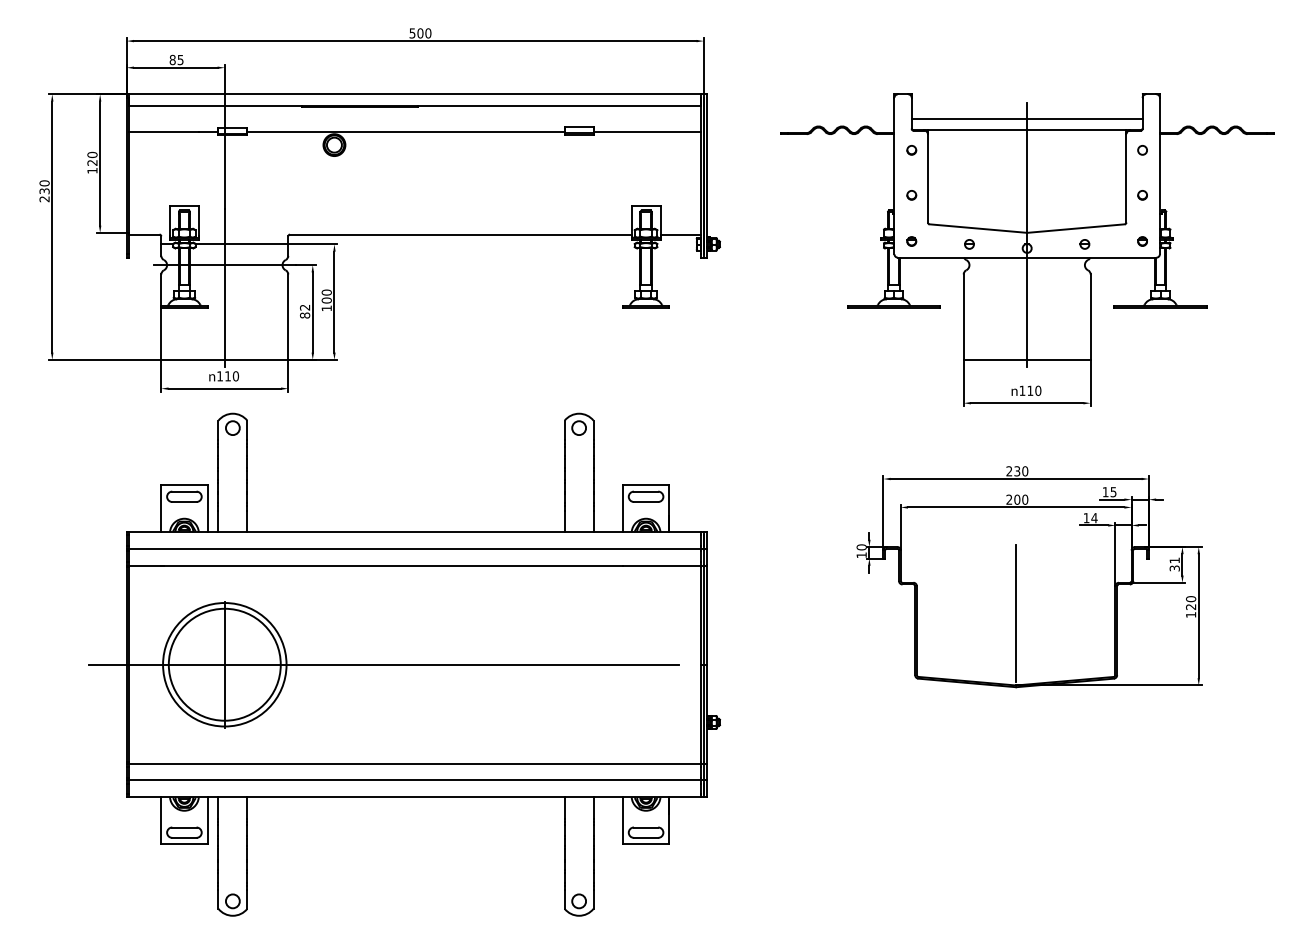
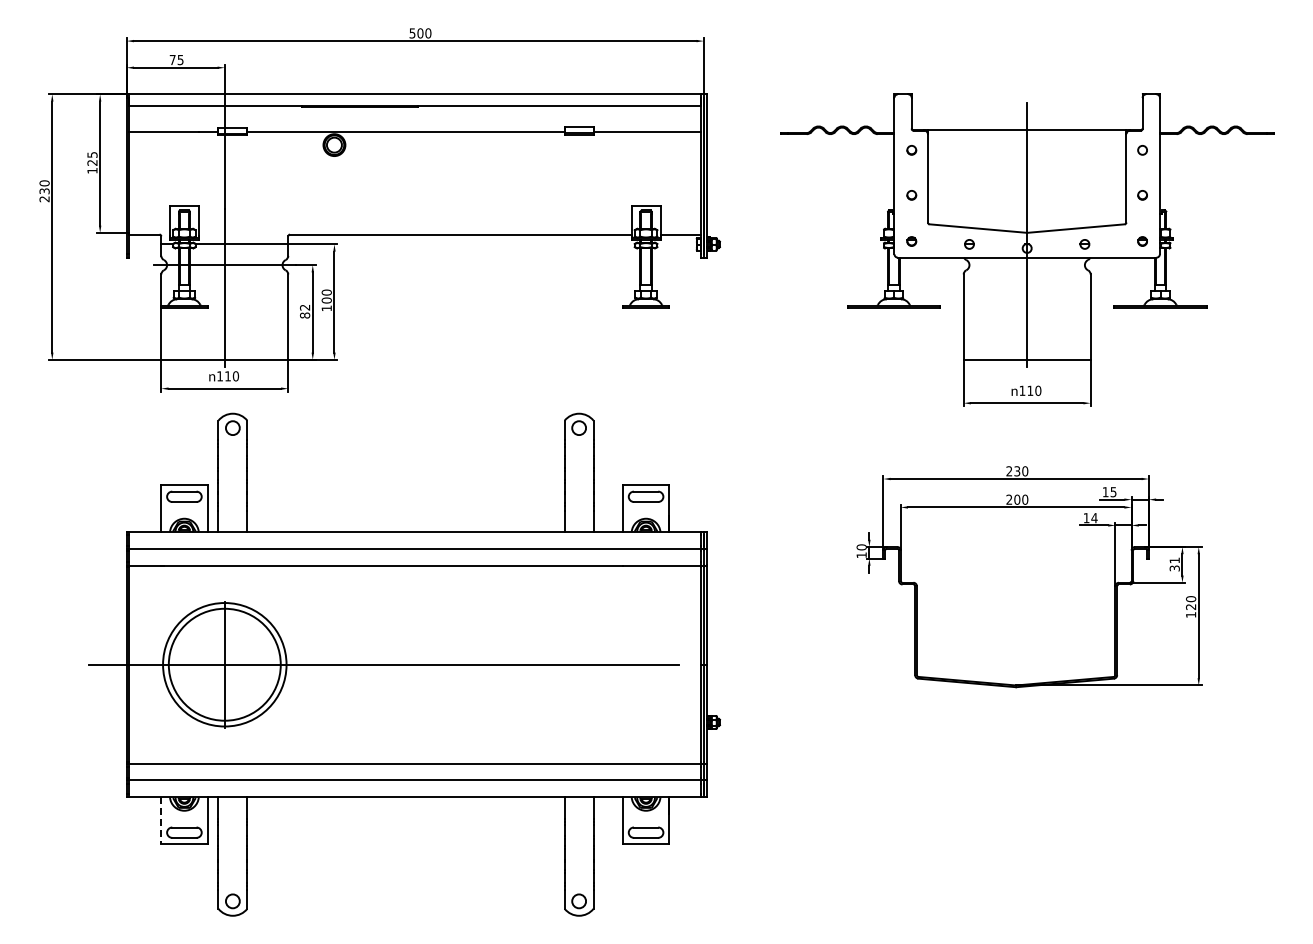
text at (172, 59): 85 -> 75
line at (1026, 118): present -> none
text at (92, 154): 120 -> 125
line at (1016, 613): present -> none
line at (161, 821): solid -> dashed
